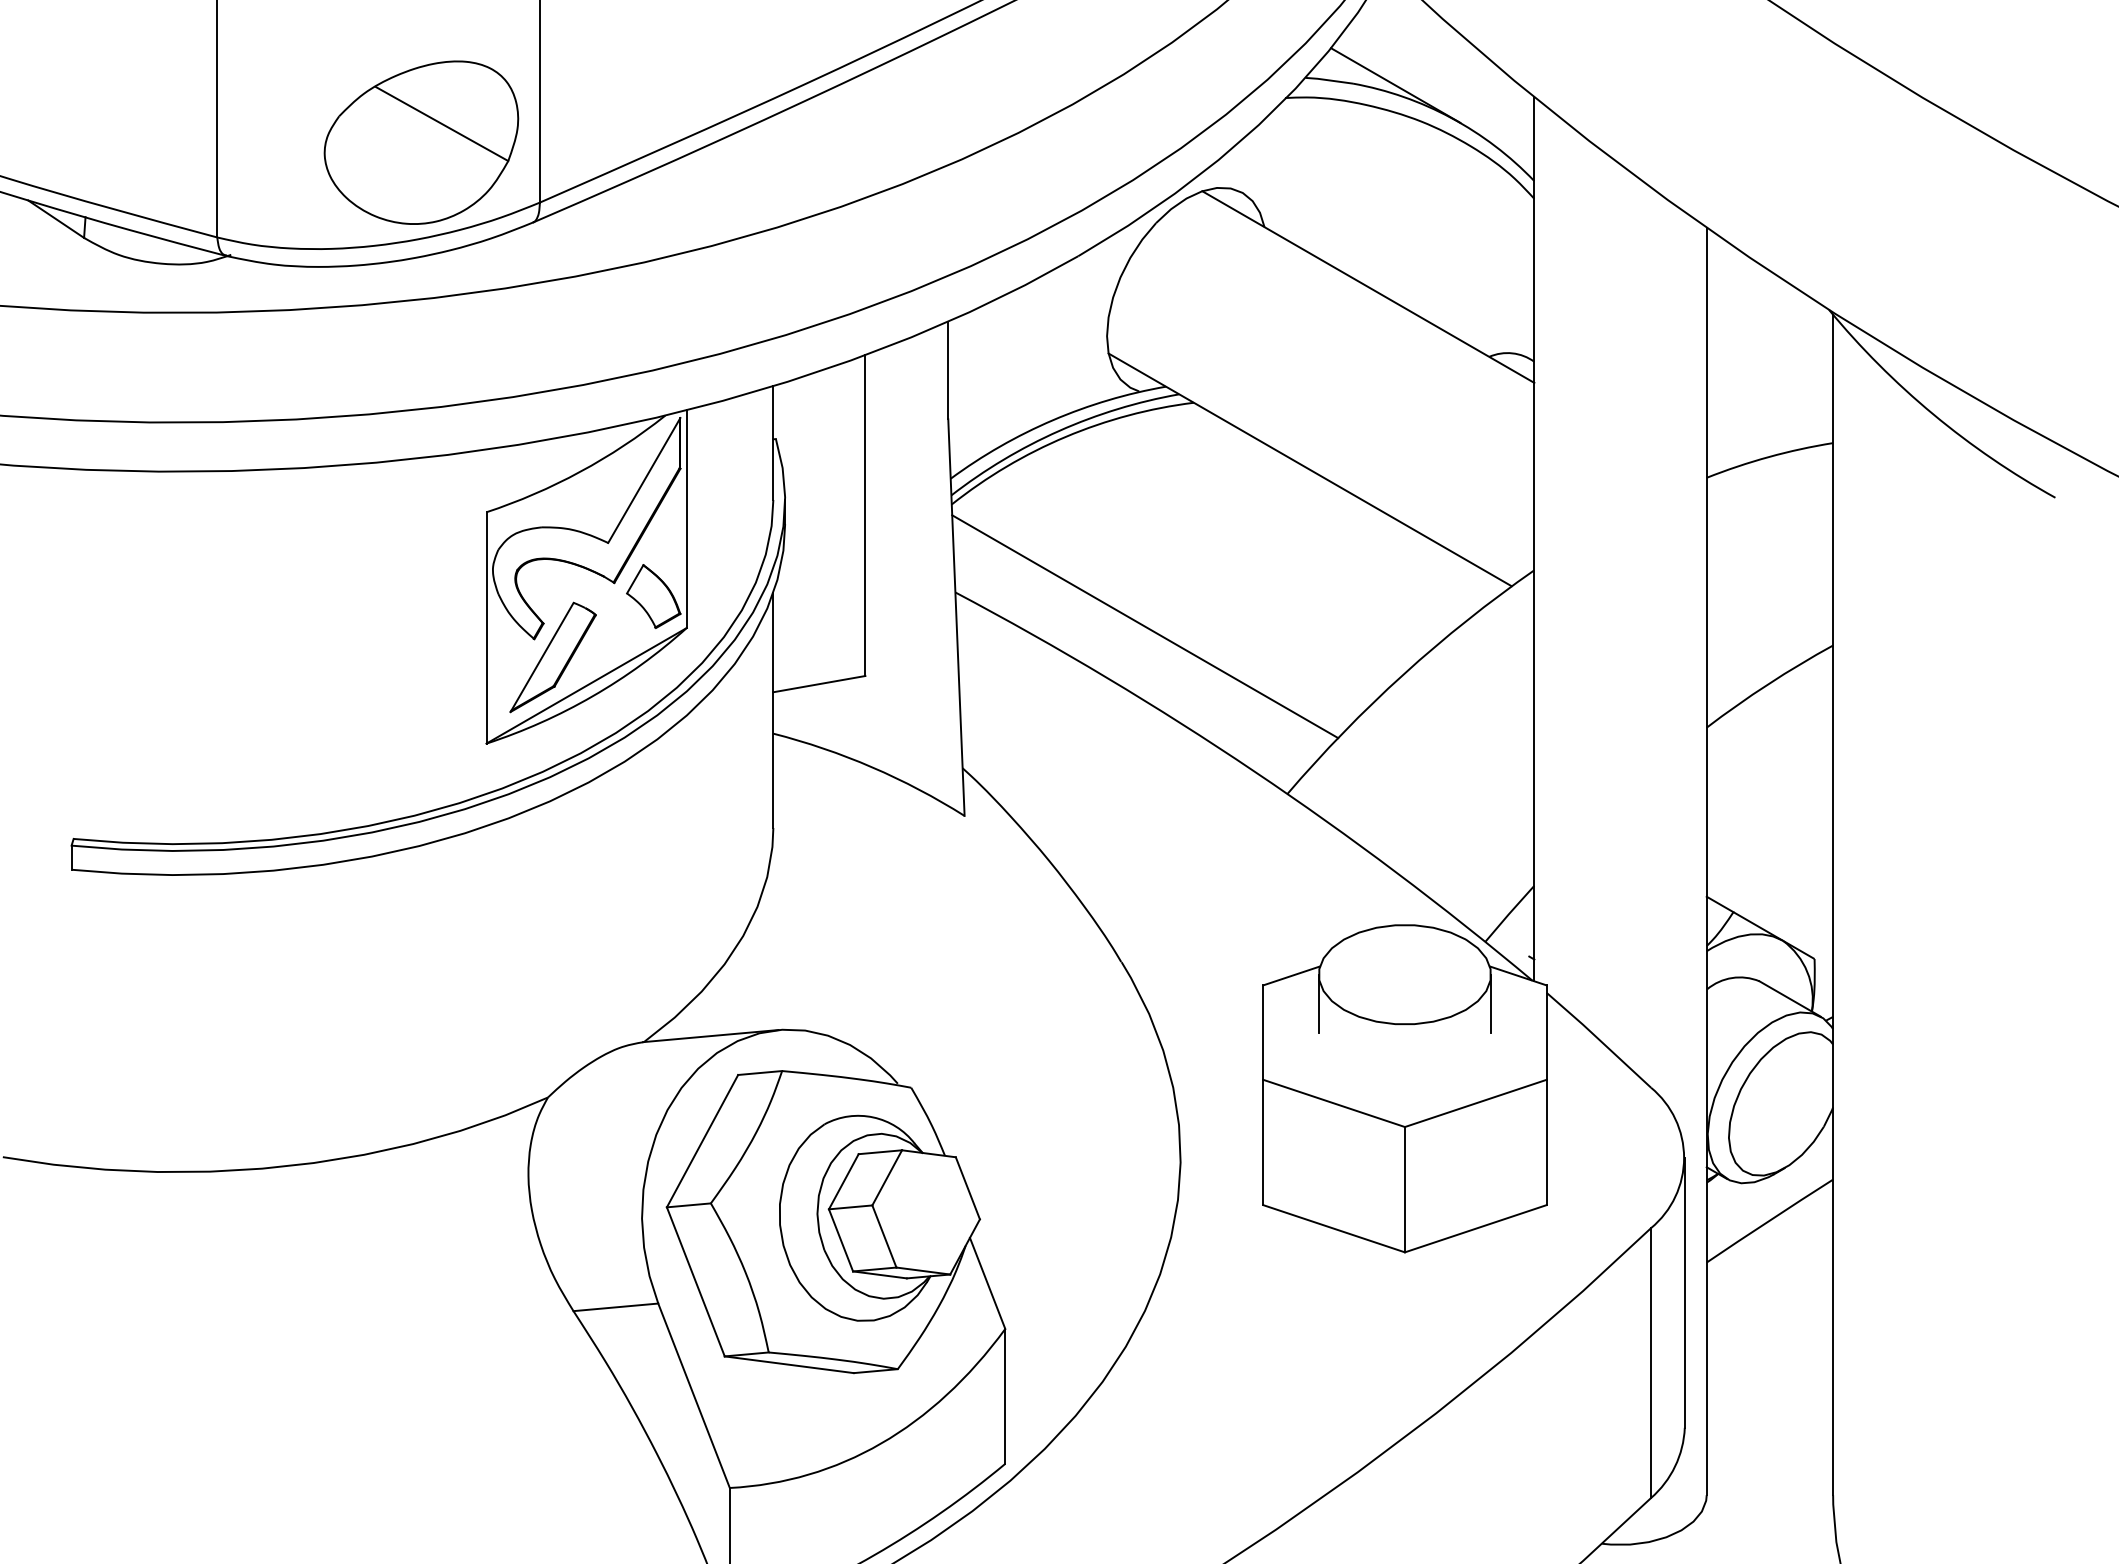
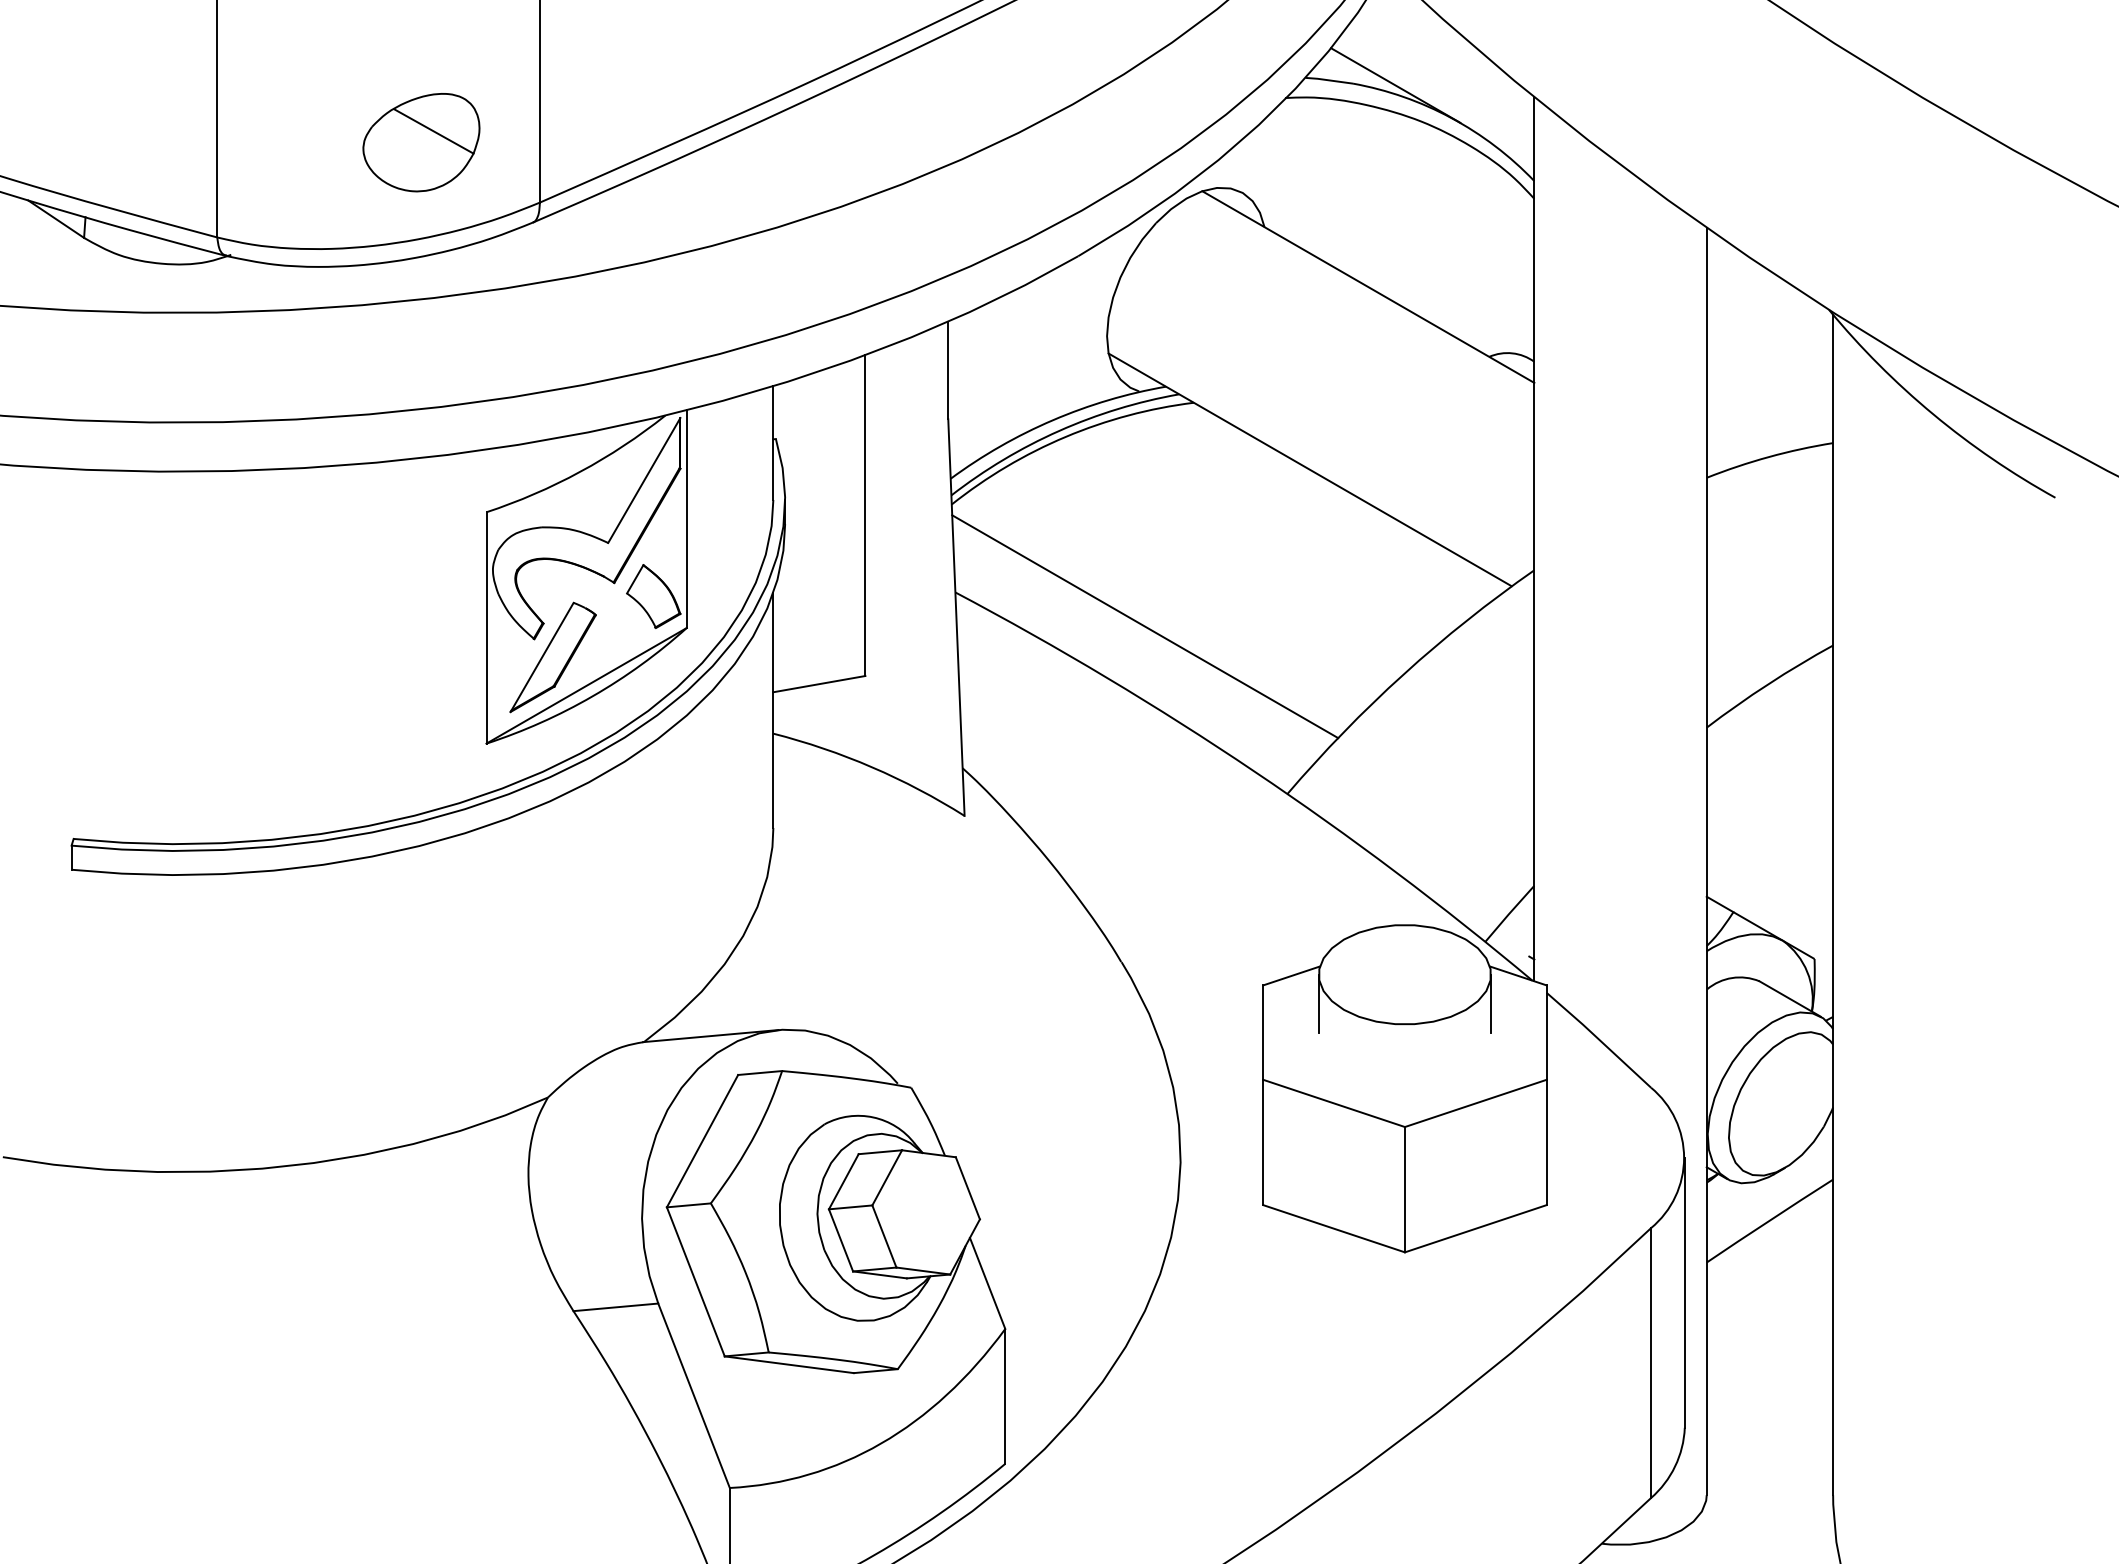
part at (421, 142) size: 197x165 px -> 119x100 px
